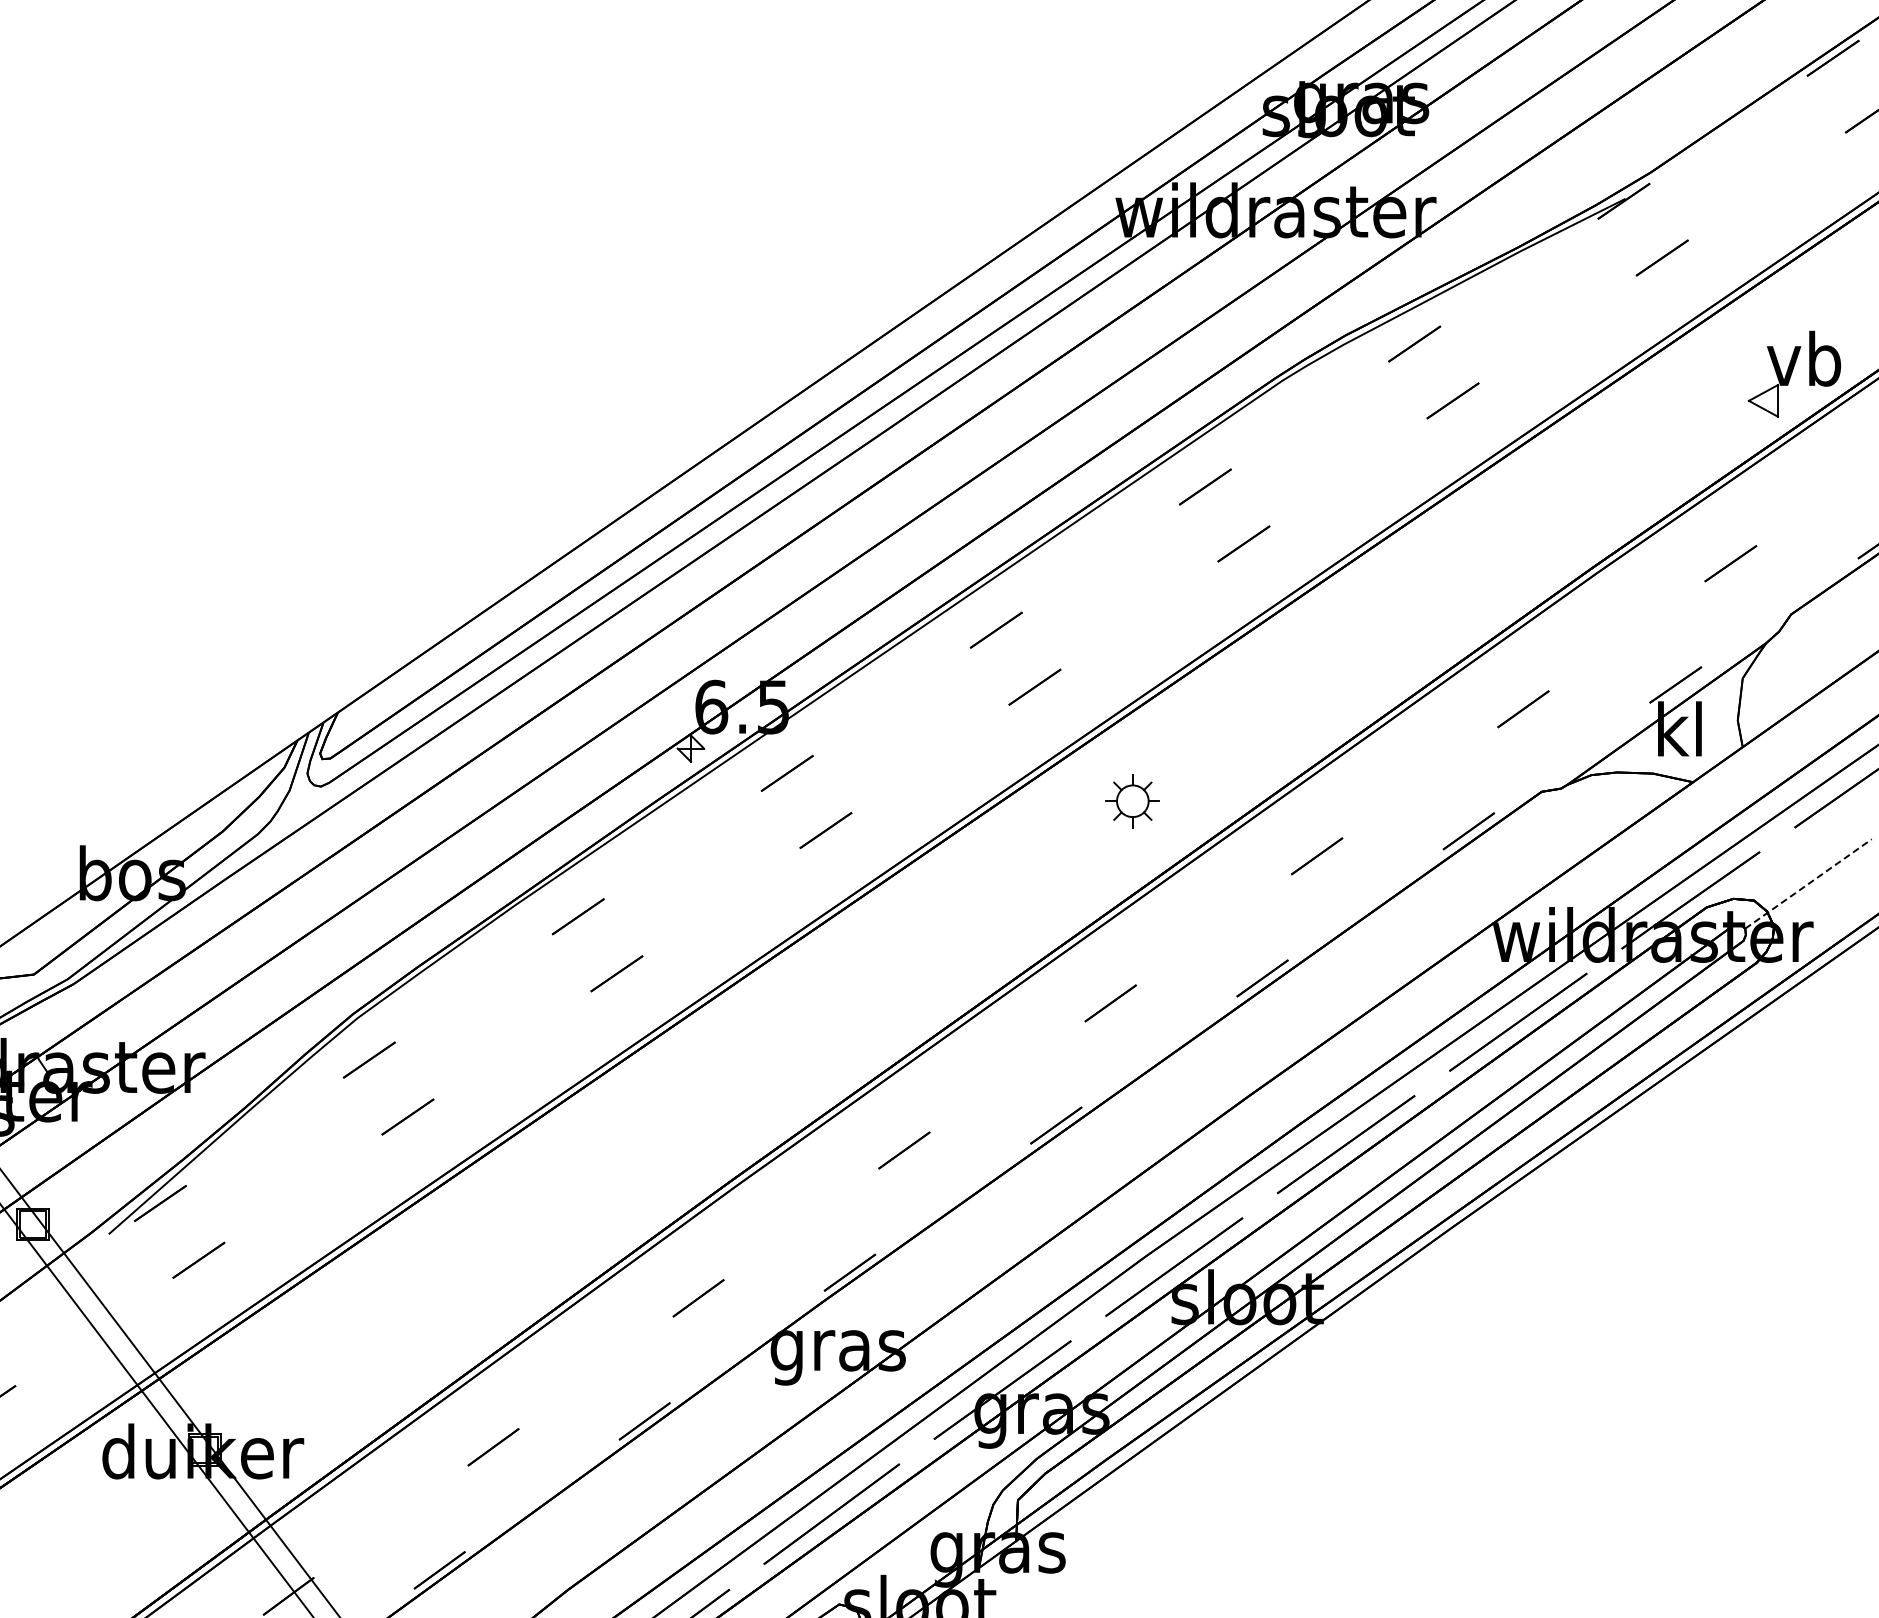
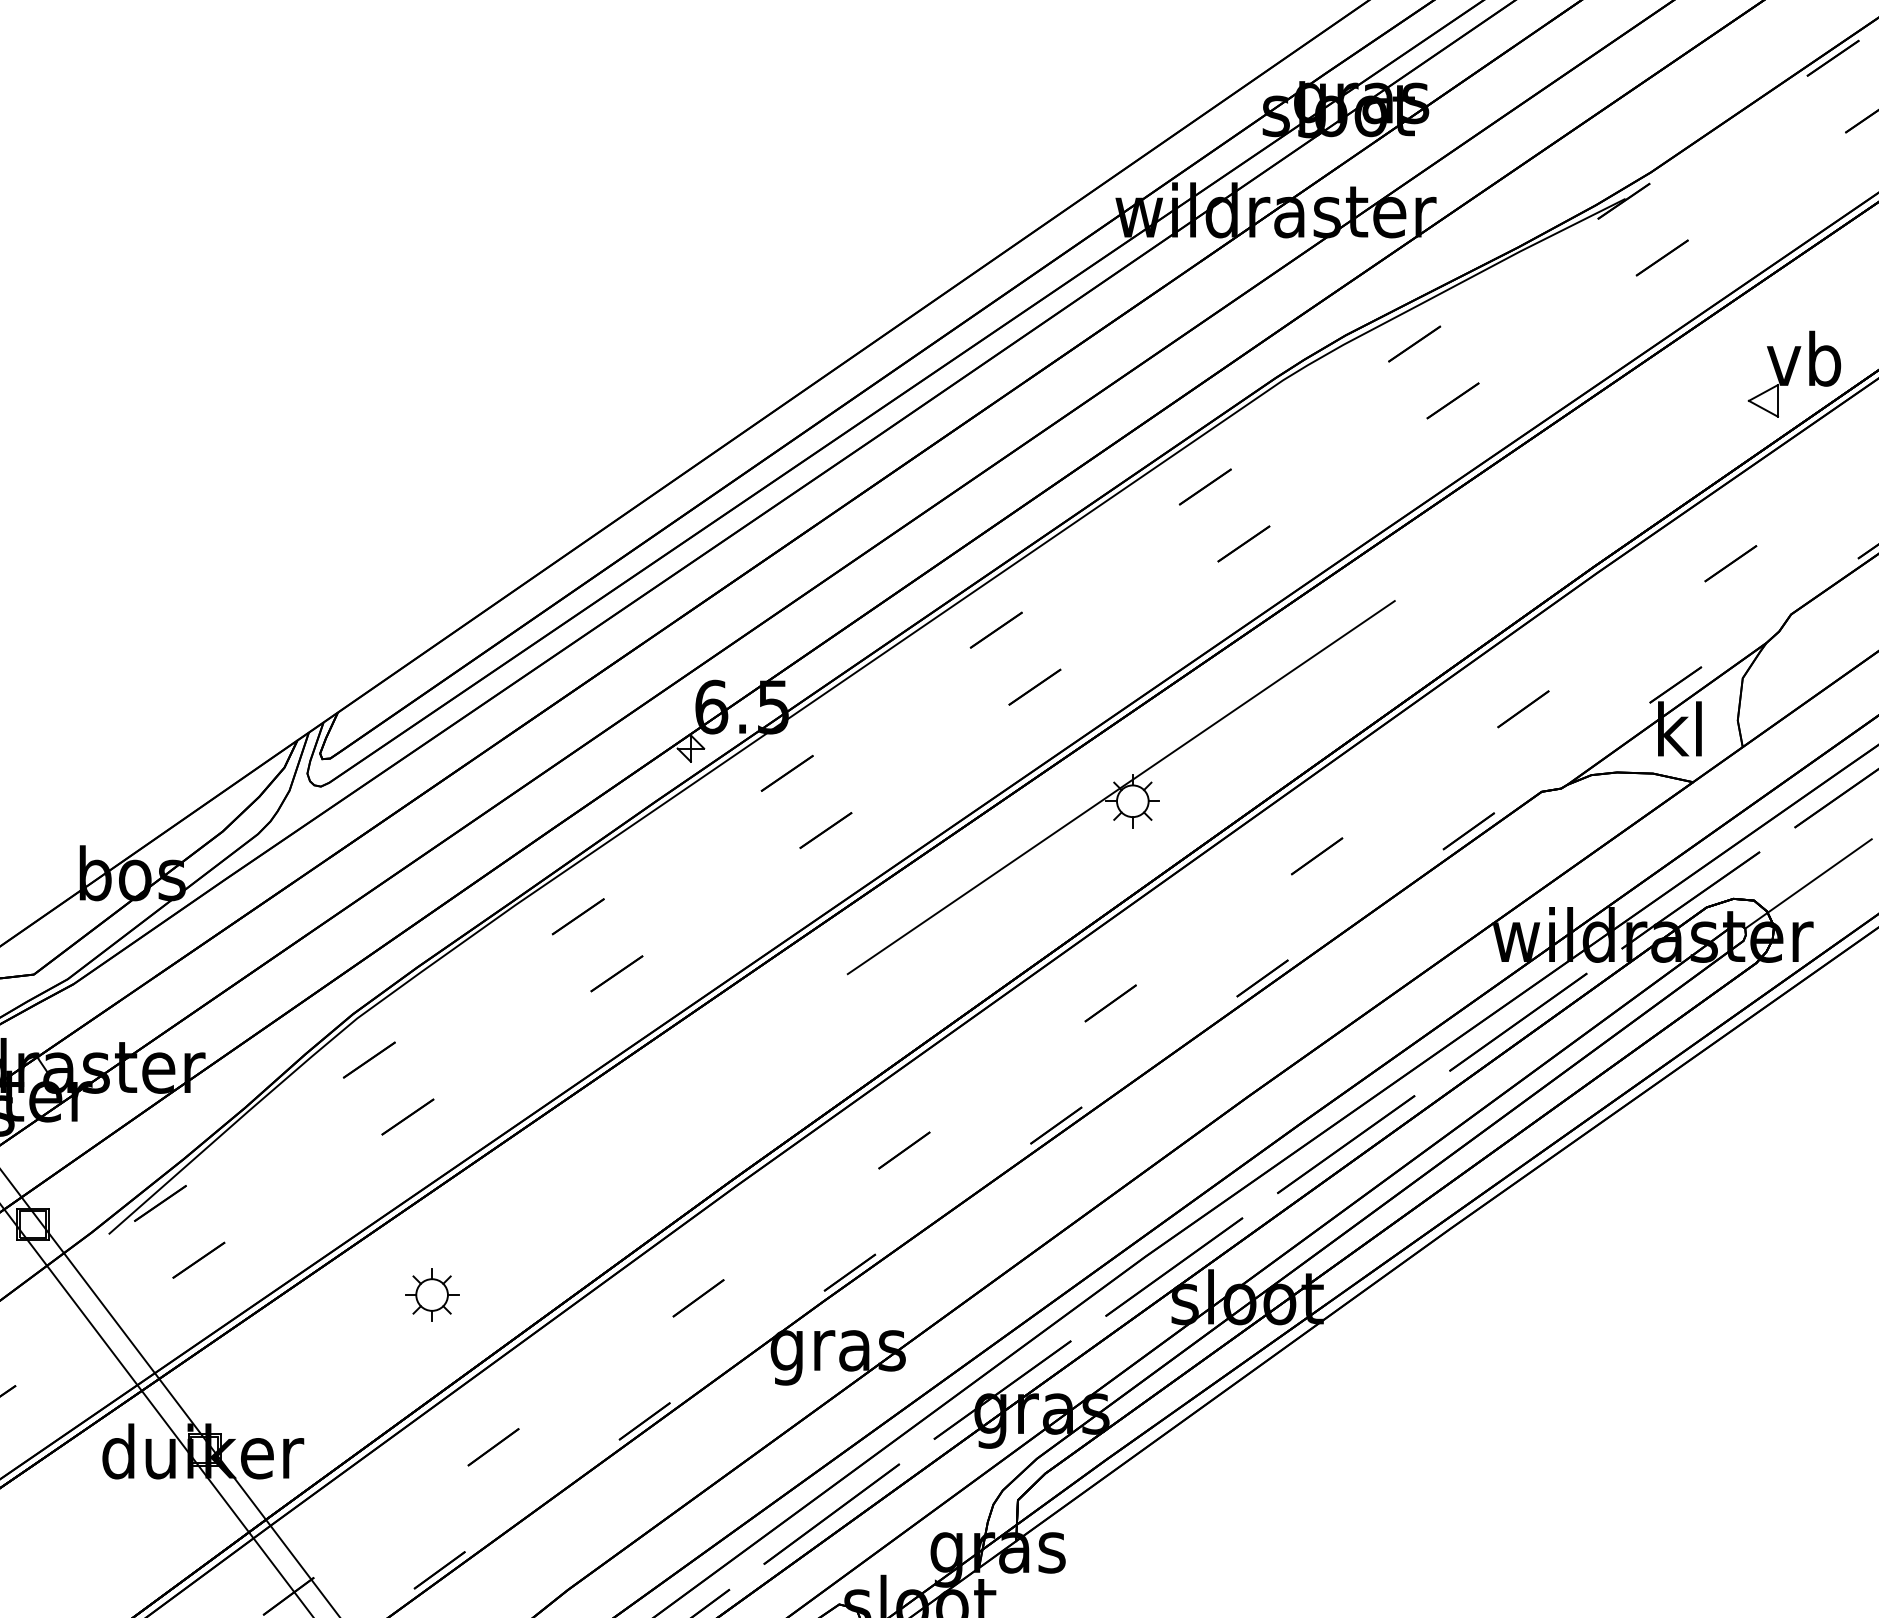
line at (1120, 787): none -> present
line at (1808, 883): dashed -> solid
part at (432, 1294): none -> present
